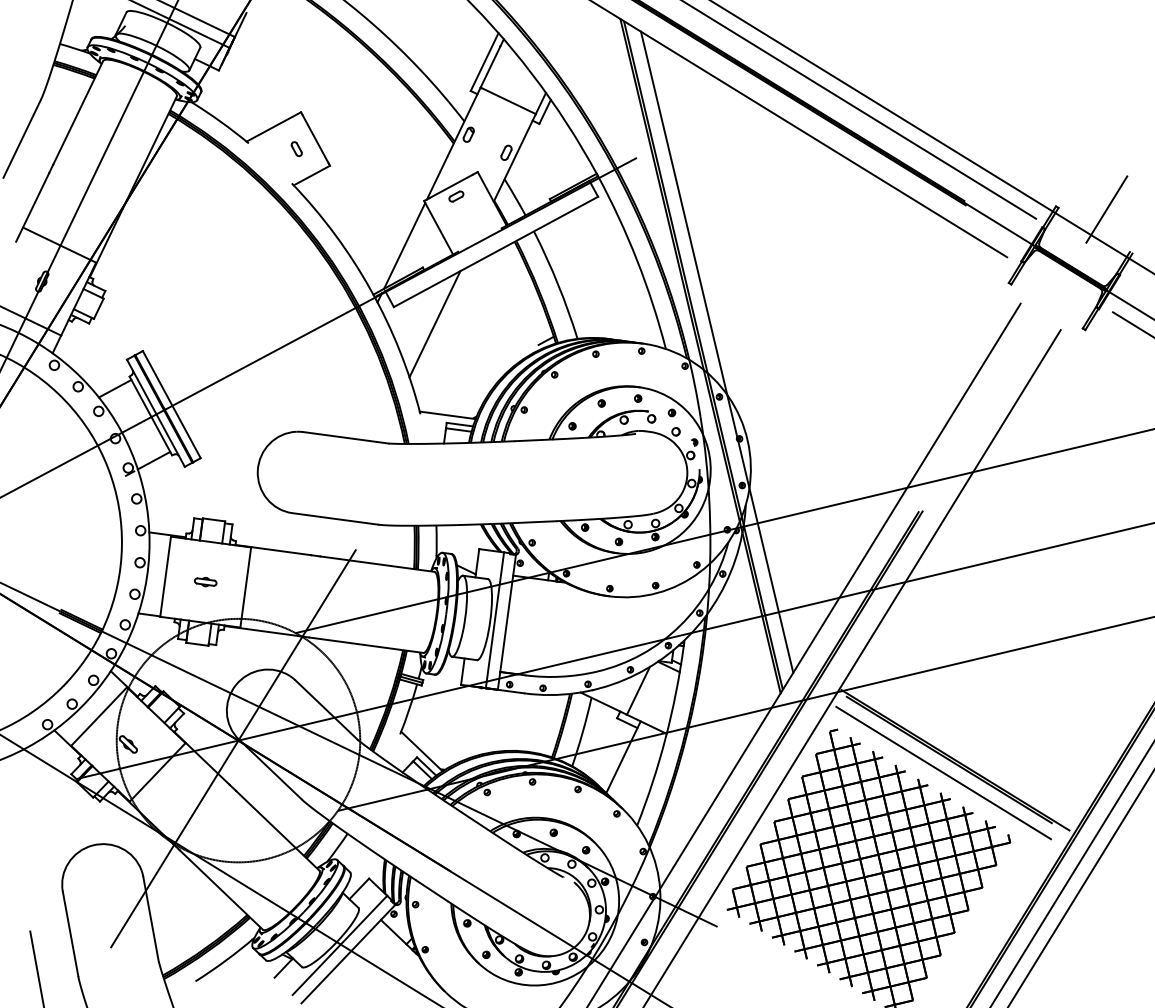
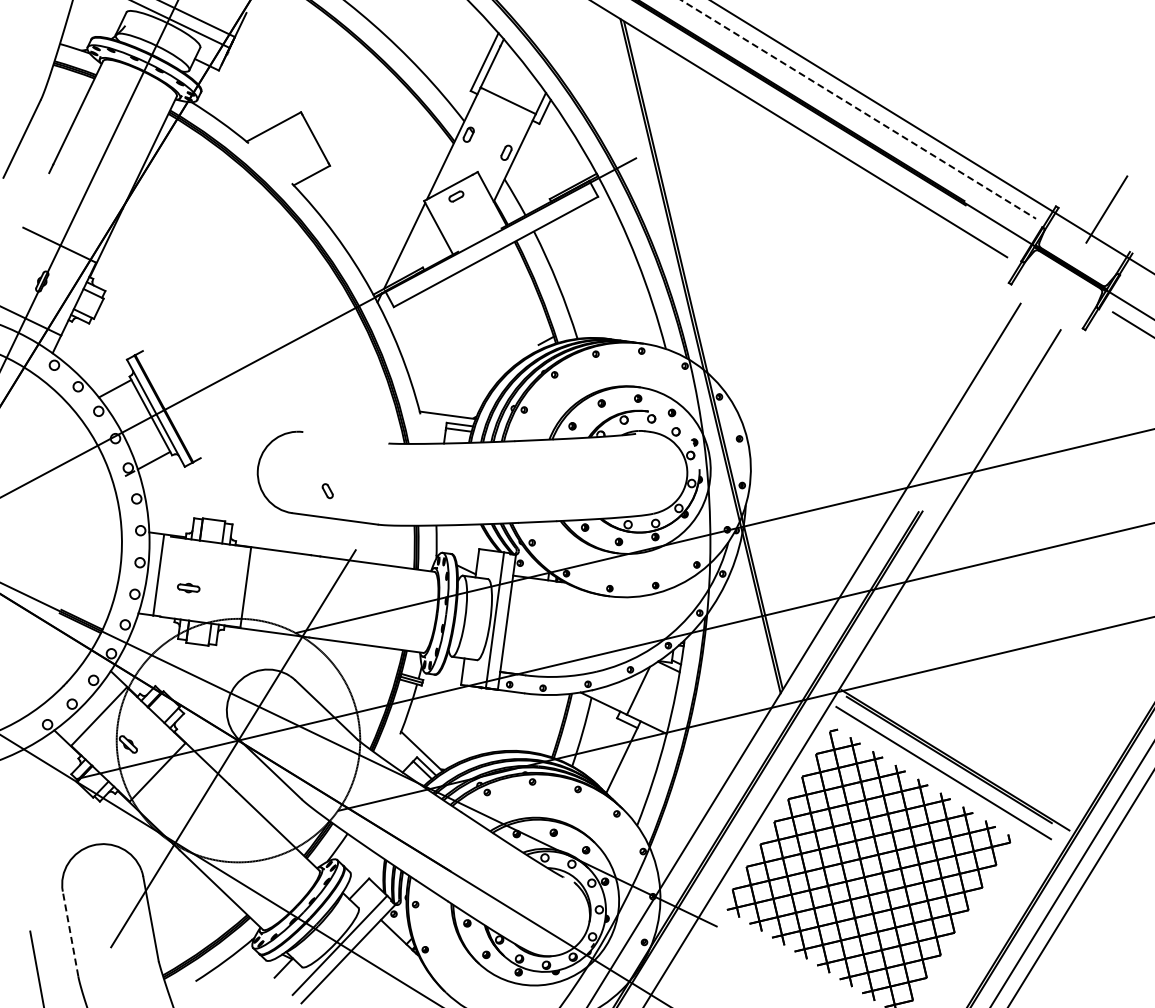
line at (859, 109): solid -> dashed
part at (296, 149) position: (296, 149) -> (327, 491)
line at (32, 207): present -> none
line at (434, 324): present -> none
line at (716, 351): present -> none
line at (171, 404): present -> none
line at (345, 437): present -> none
line at (165, 576) position: (165, 576) -> (158, 575)
part at (205, 581) position: (205, 581) -> (188, 587)
line at (70, 933): solid -> dashed
